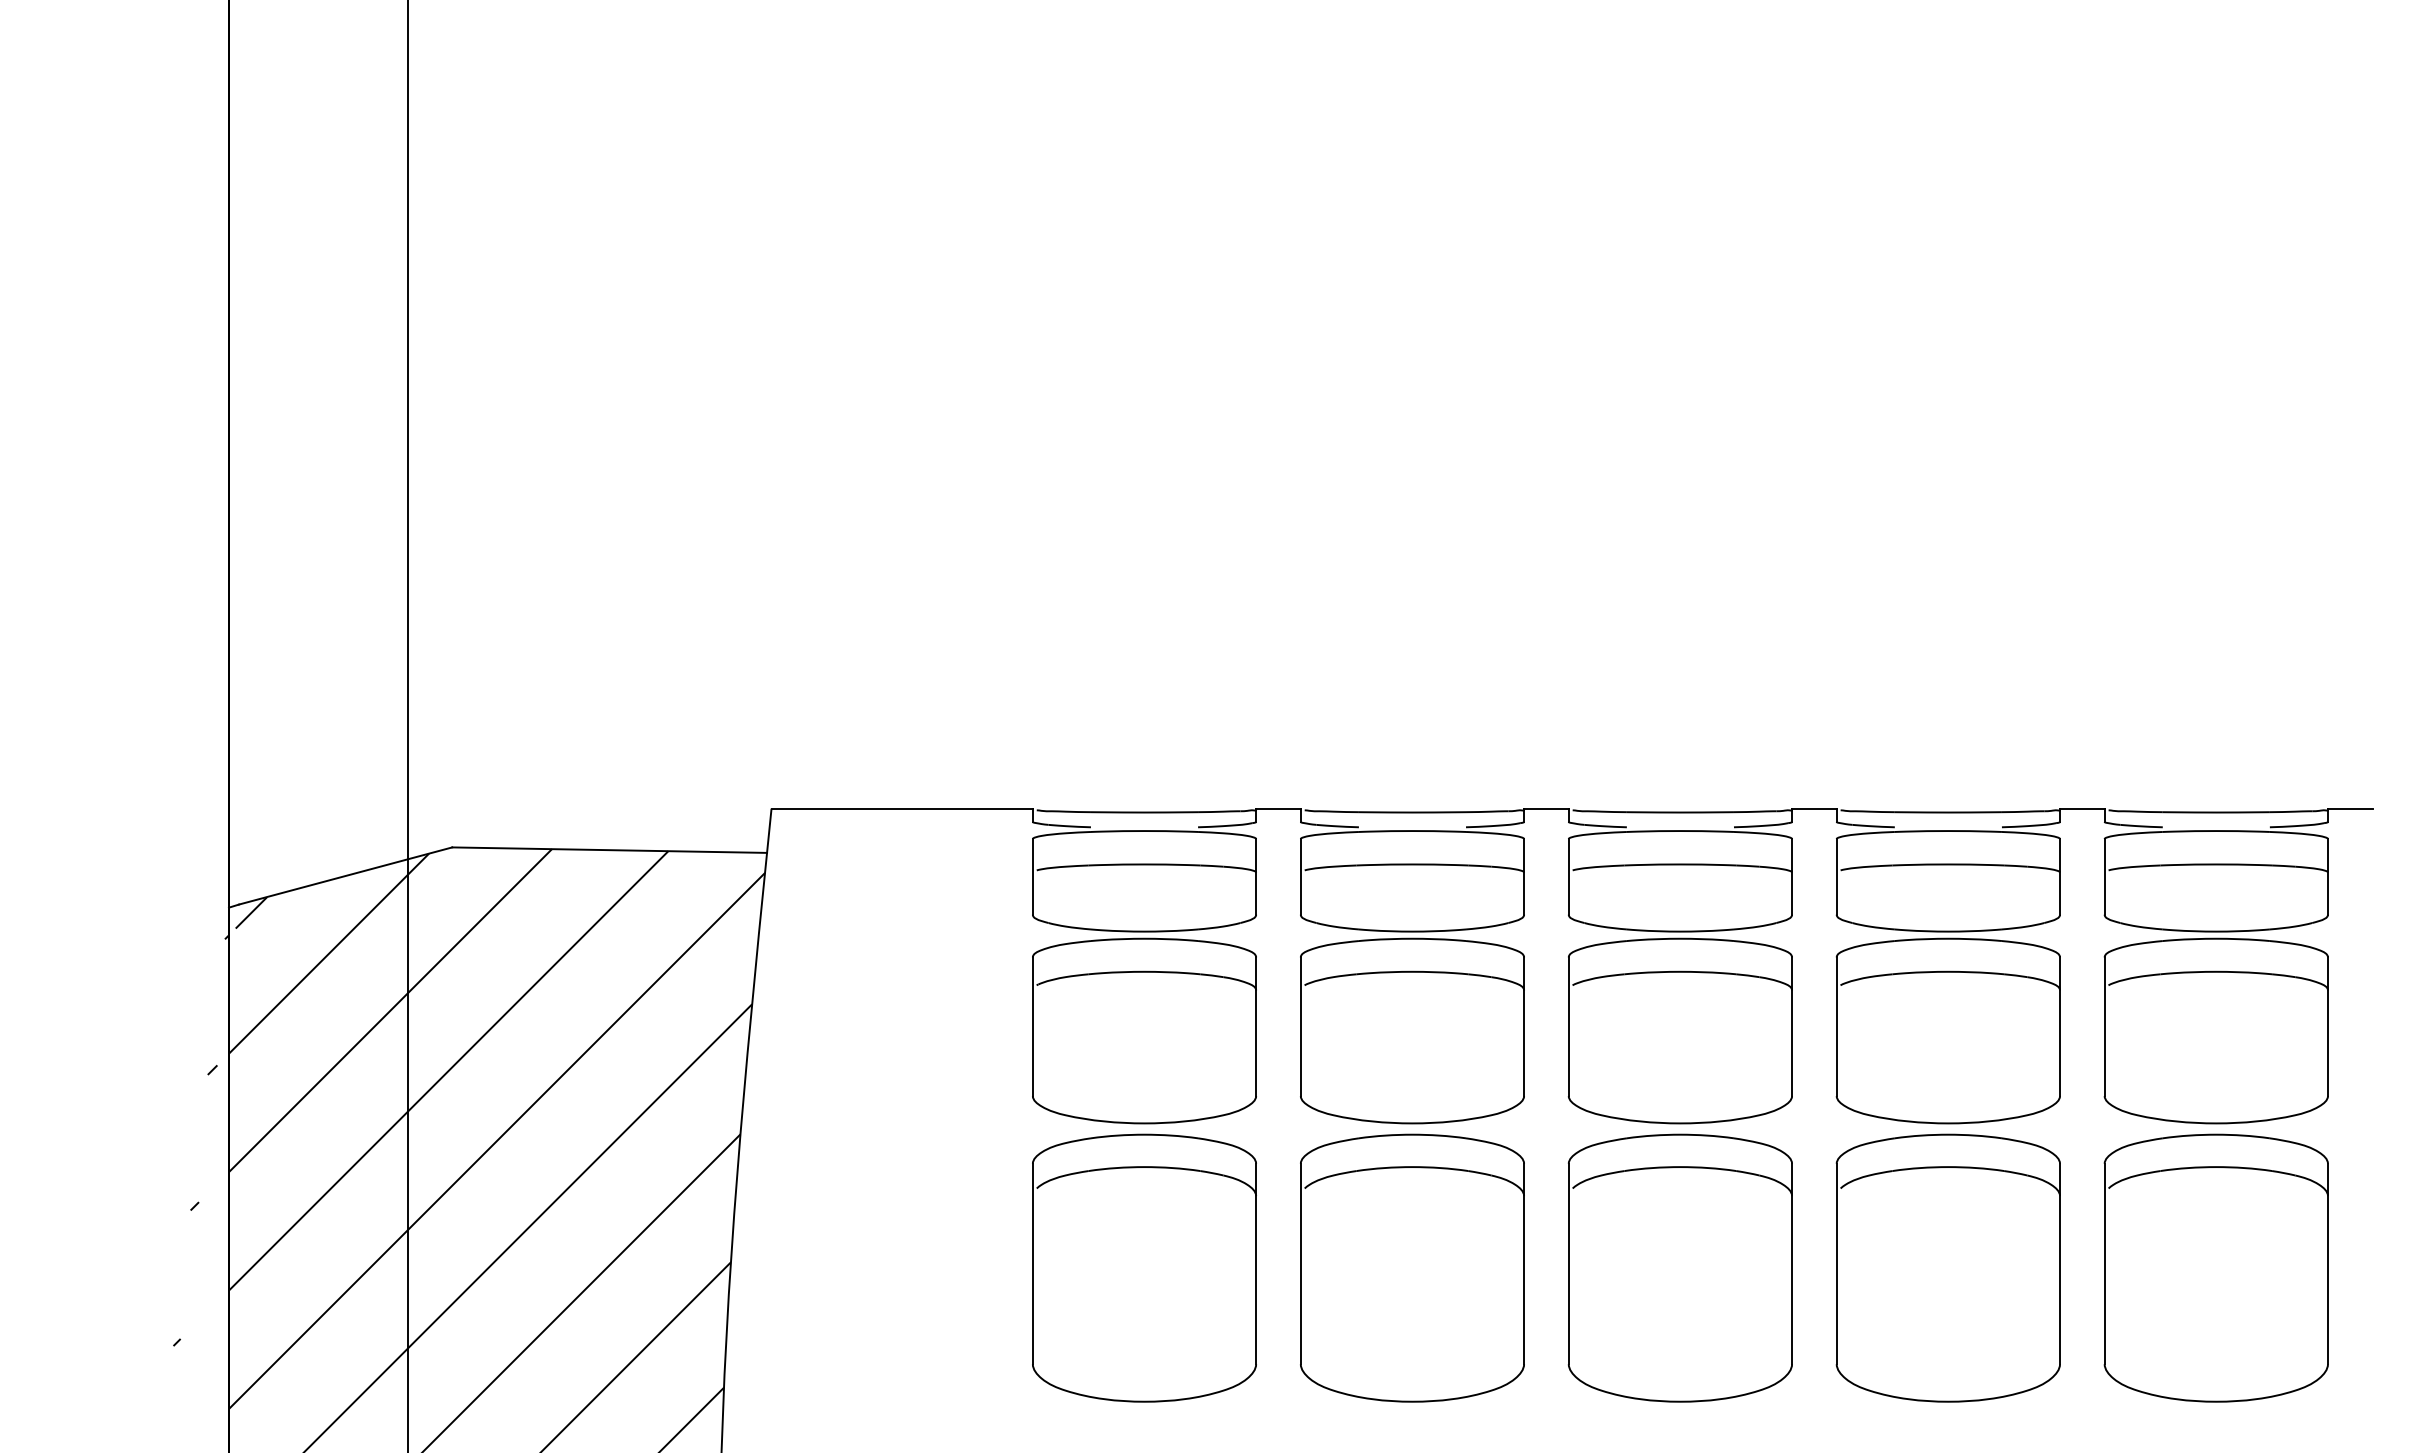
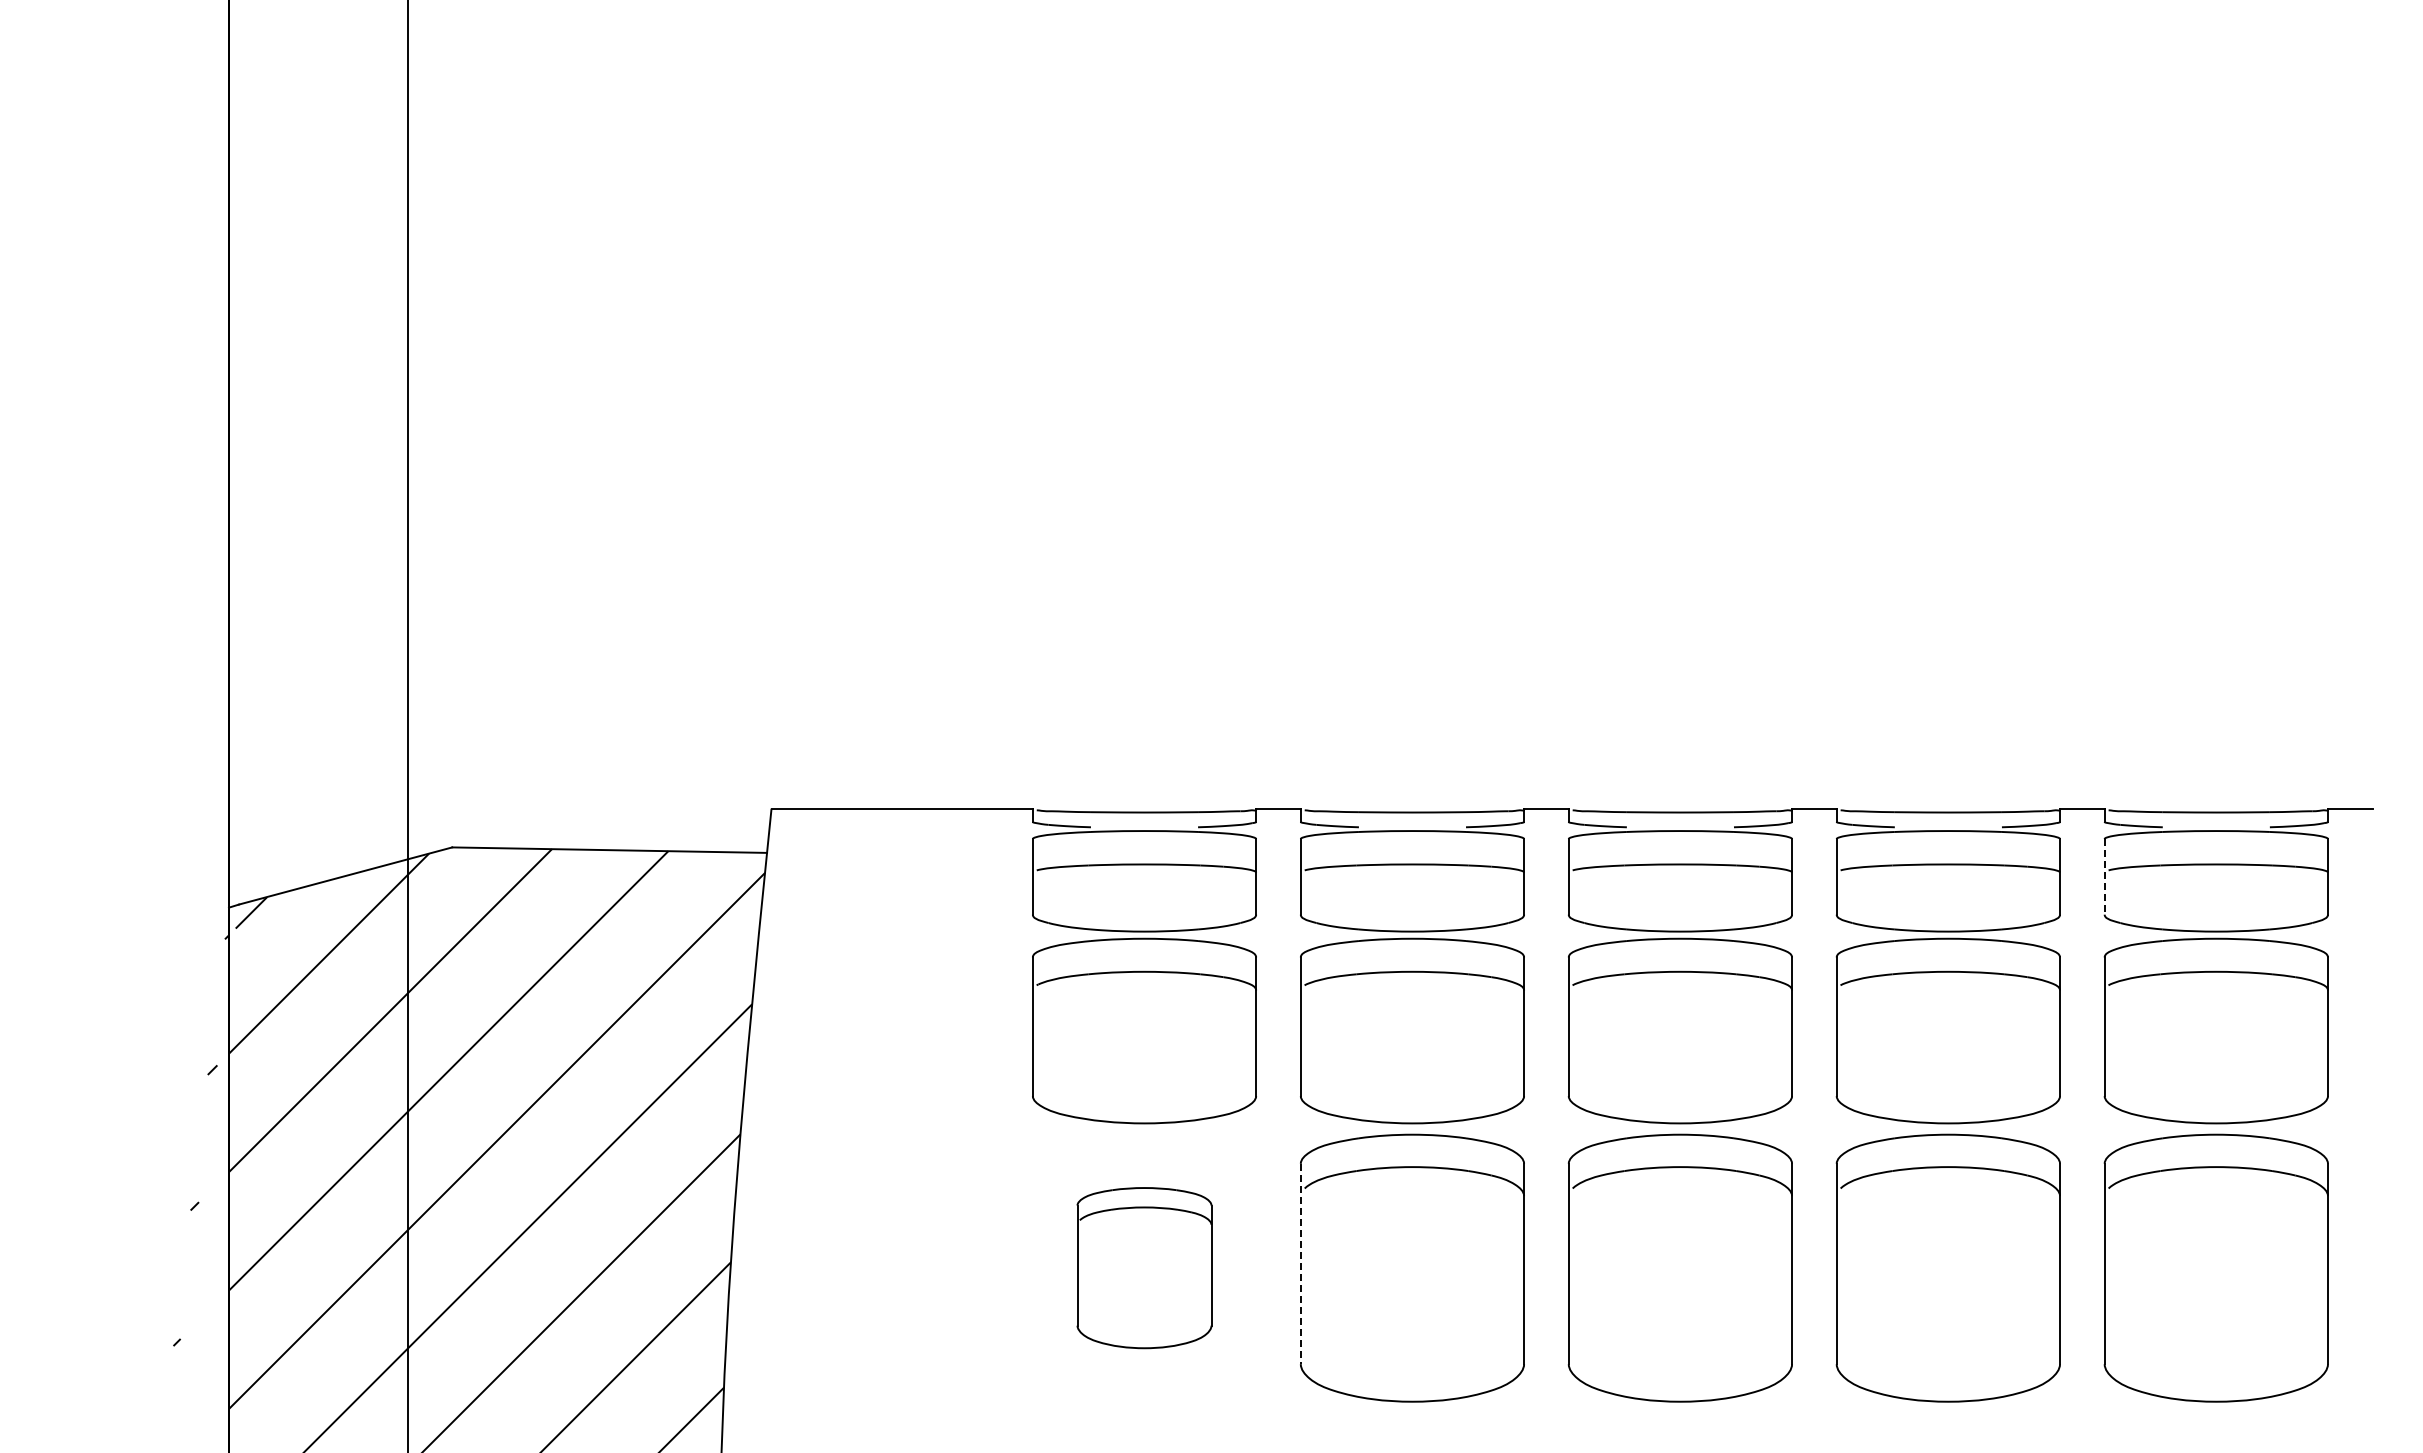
line at (2104, 876): solid -> dashed
line at (1300, 1264): solid -> dashed
part at (1144, 1267) size: 225x270 px -> 137x163 px
